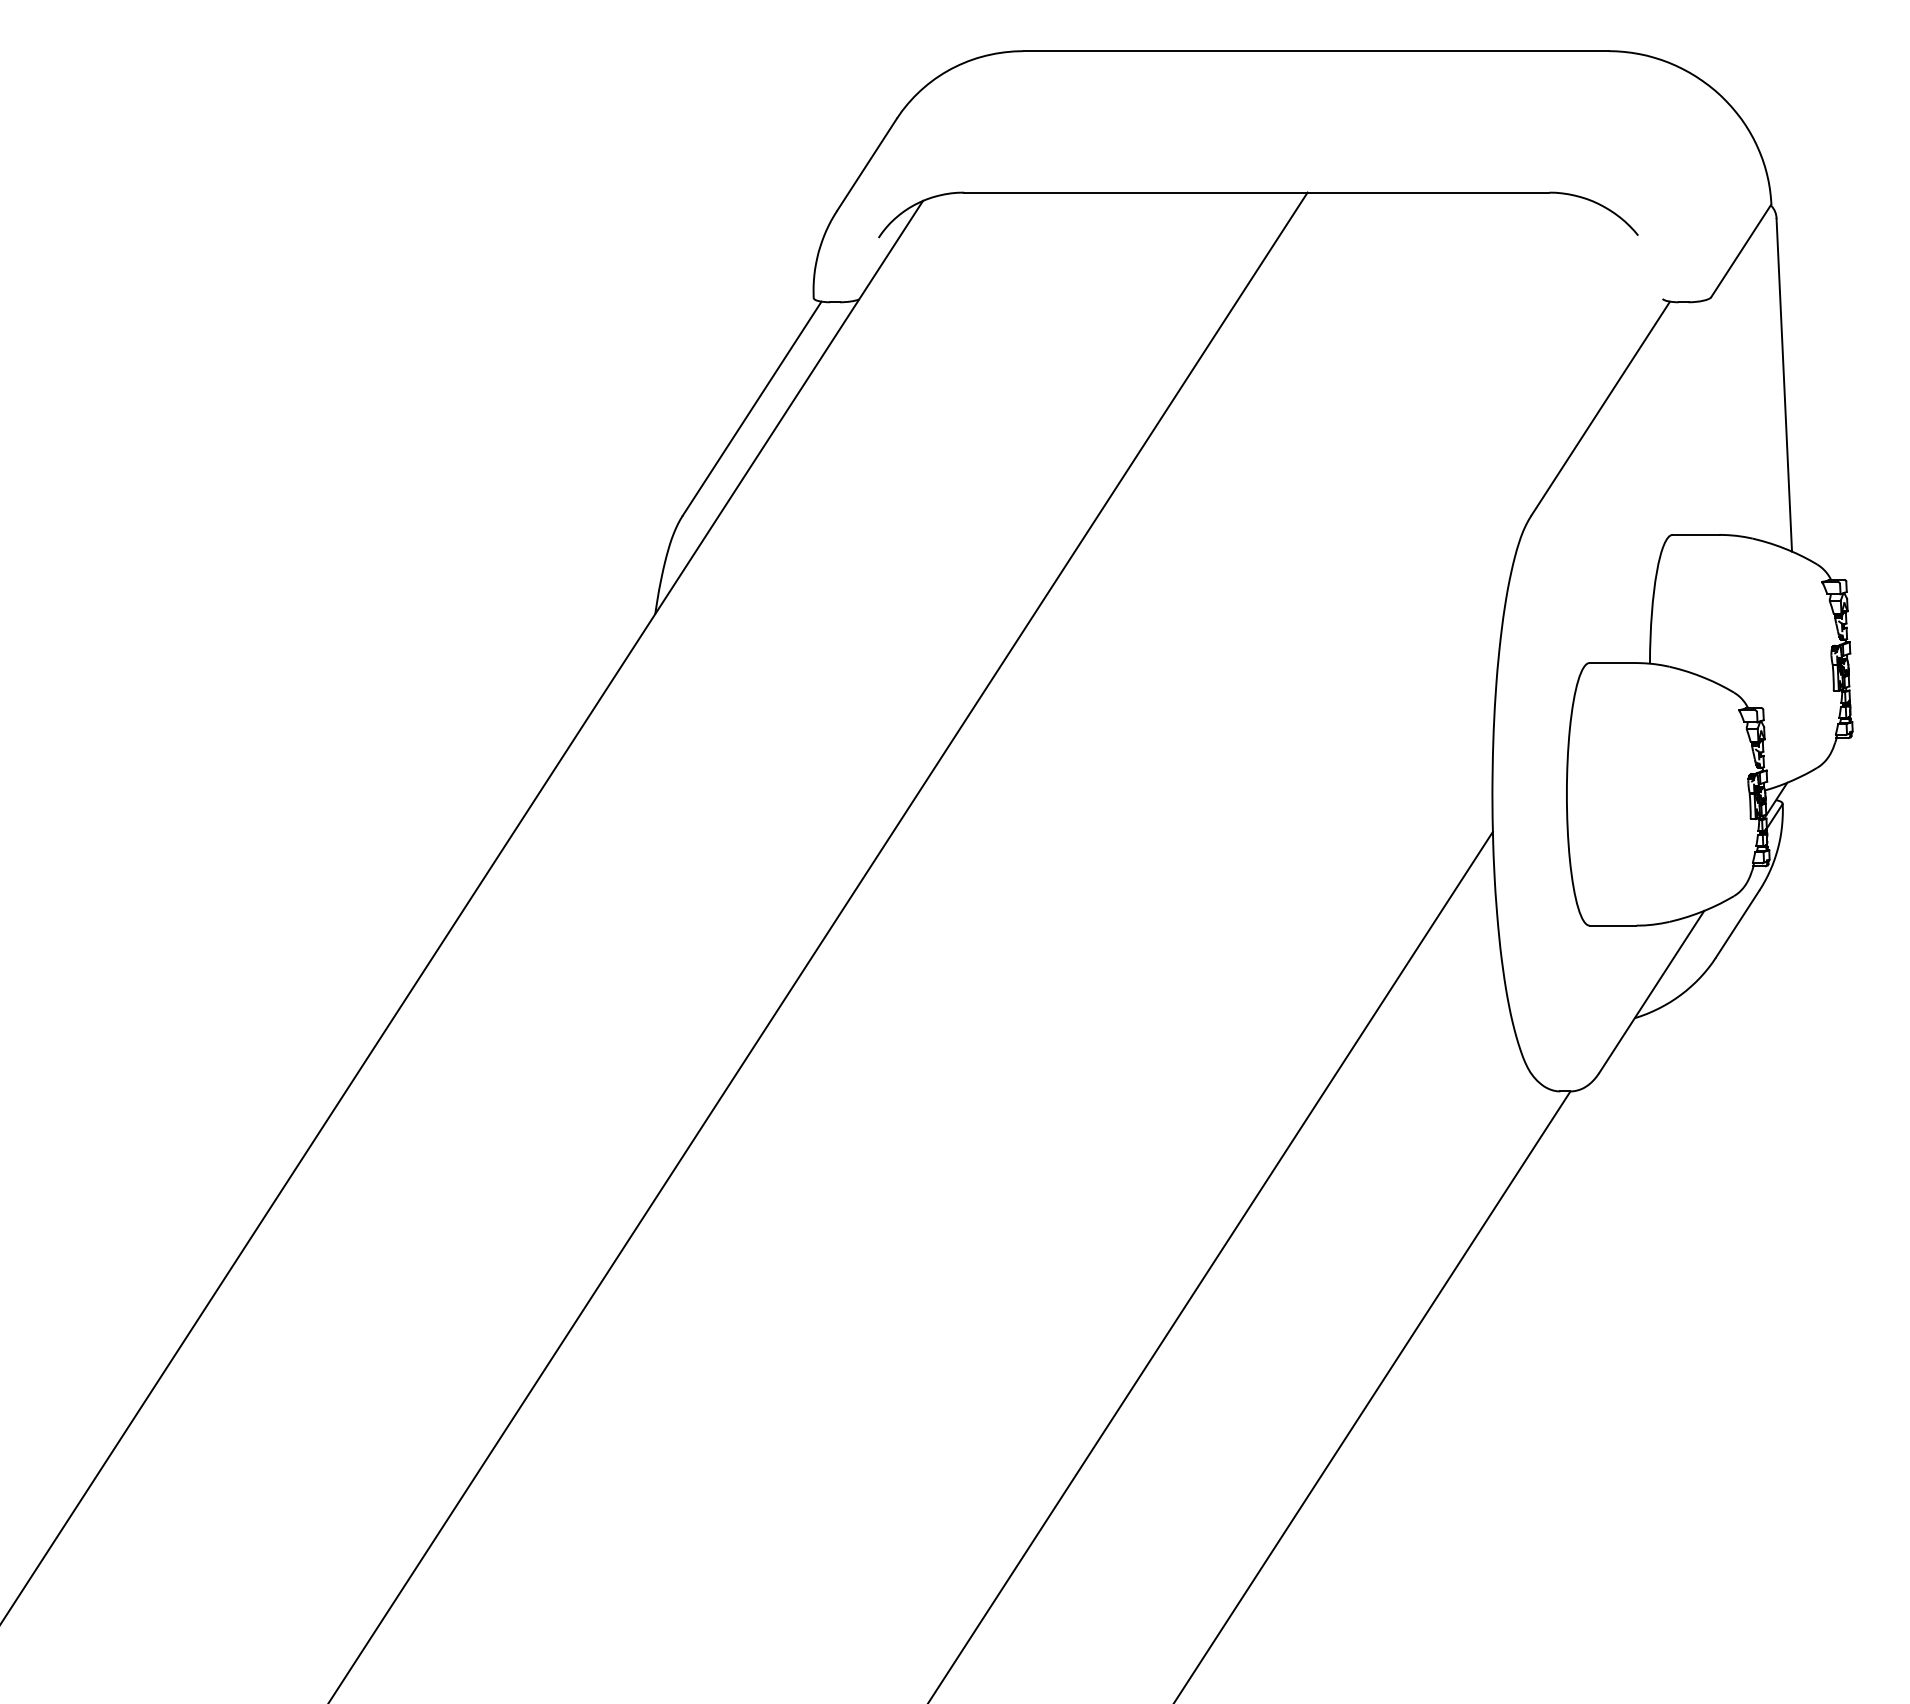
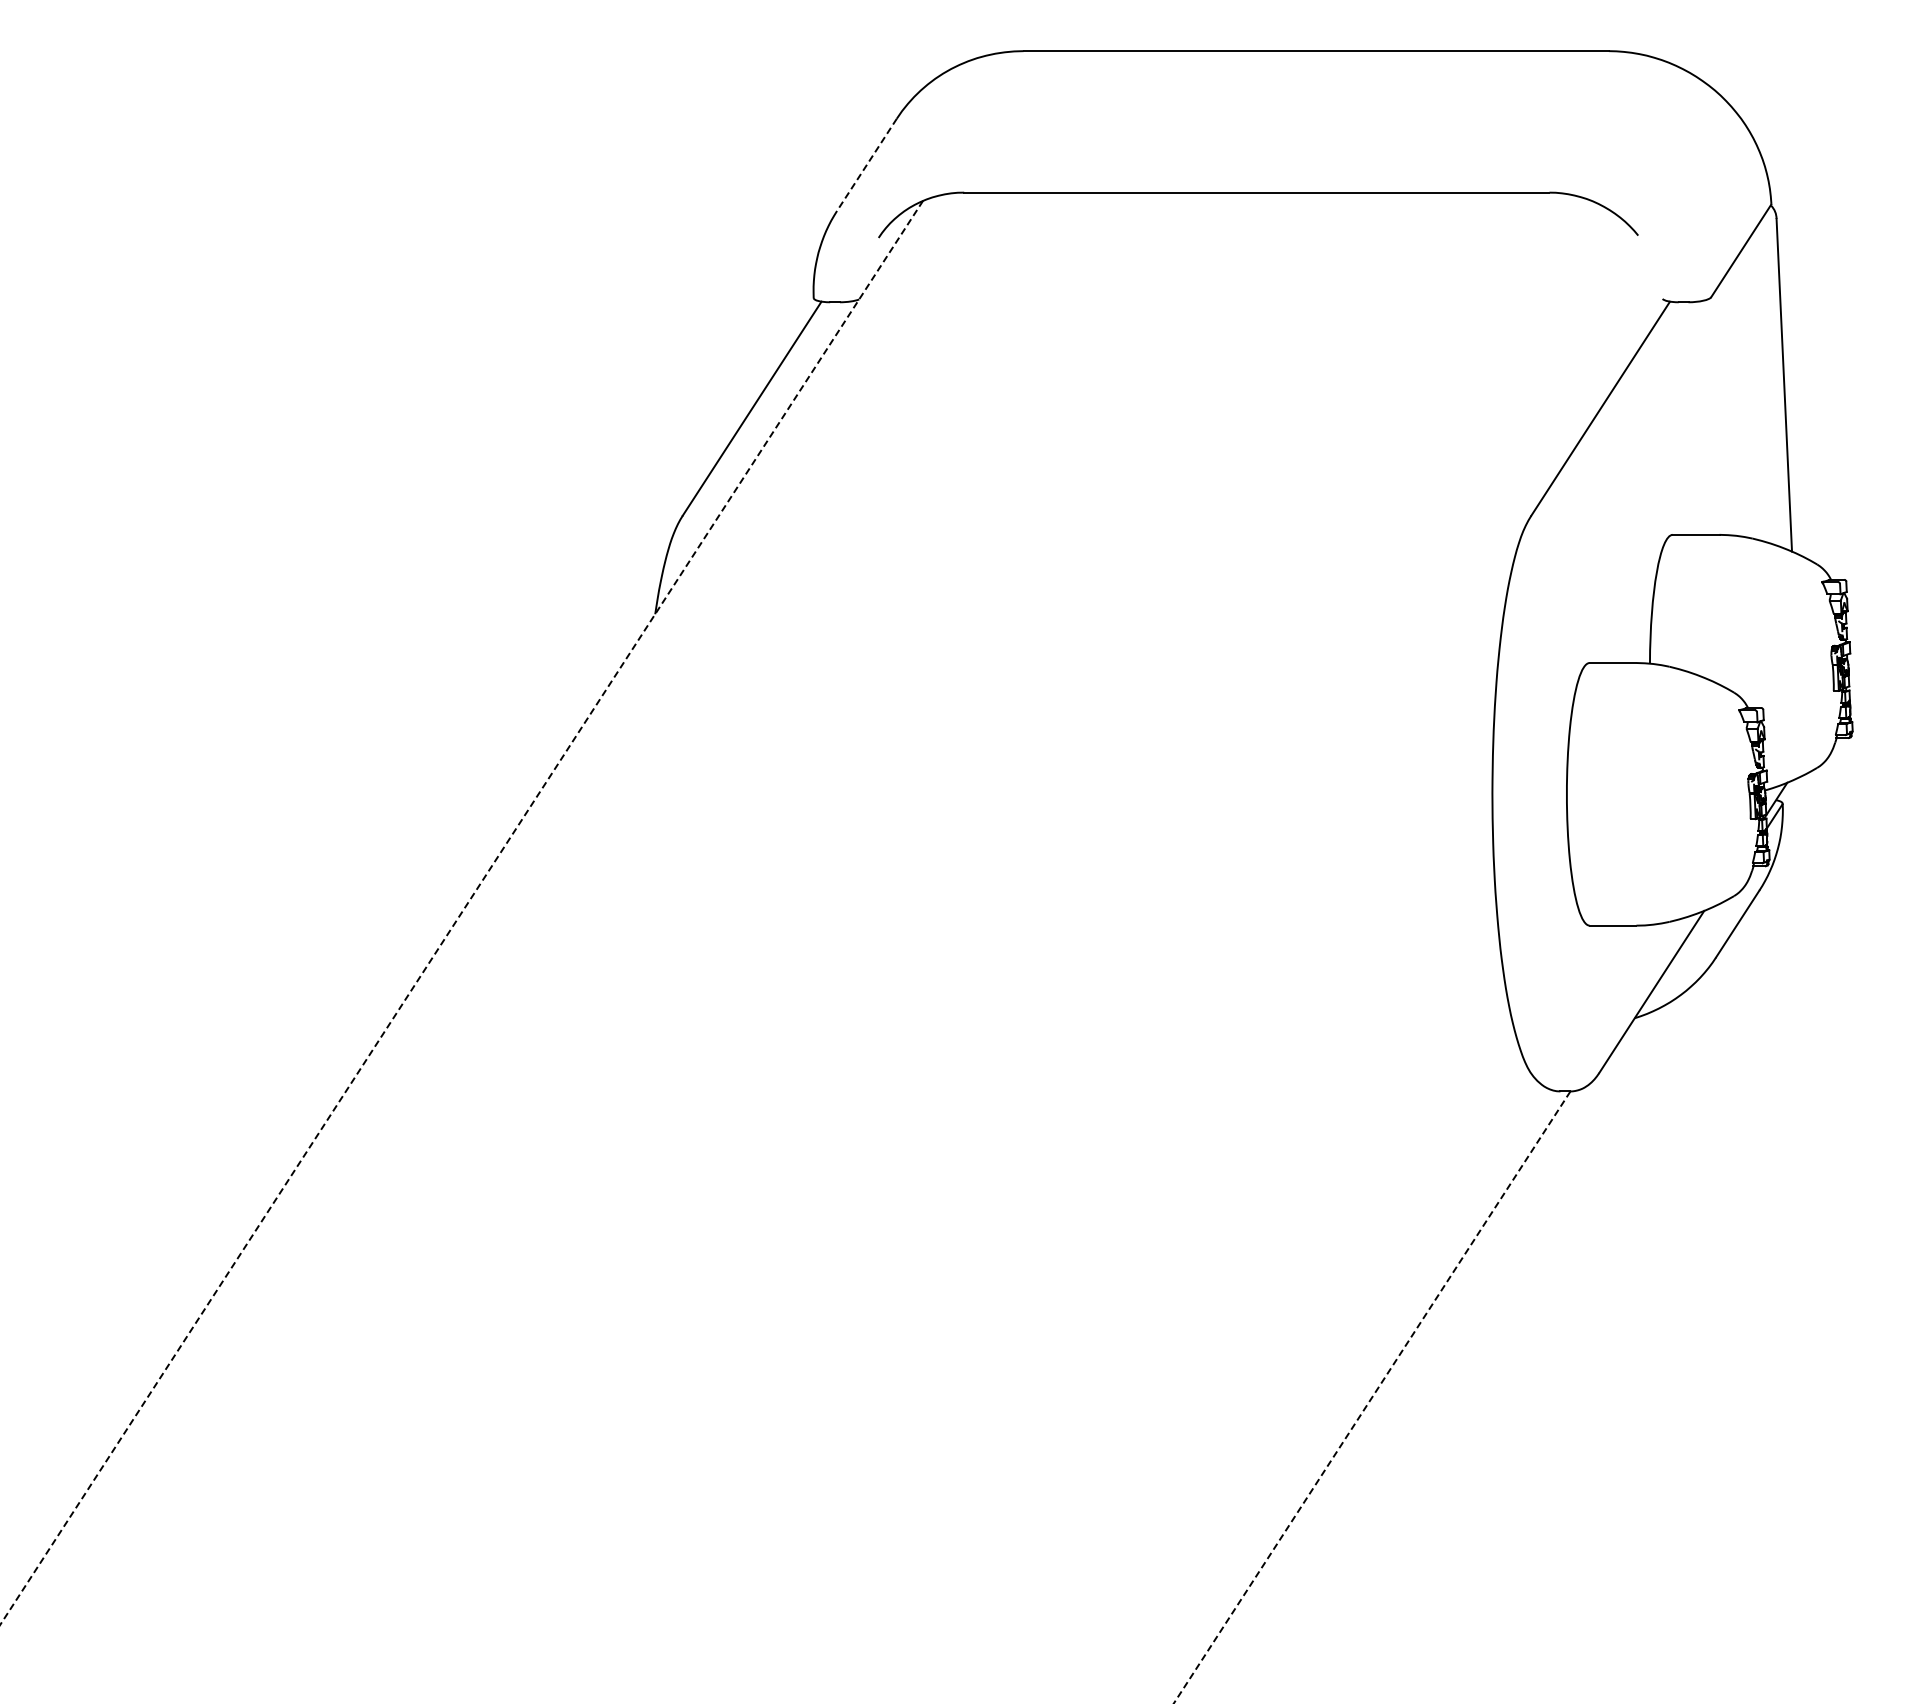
line at (866, 164): solid -> dashed
line at (461, 912): solid -> dashed
line at (818, 946): present -> none
line at (1210, 1265): present -> none
line at (1371, 1398): solid -> dashed
